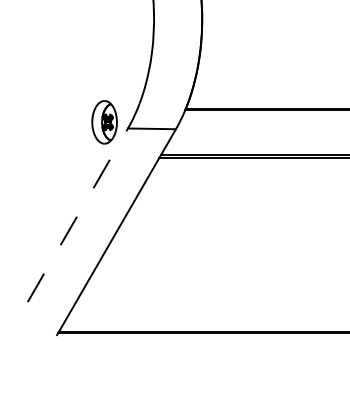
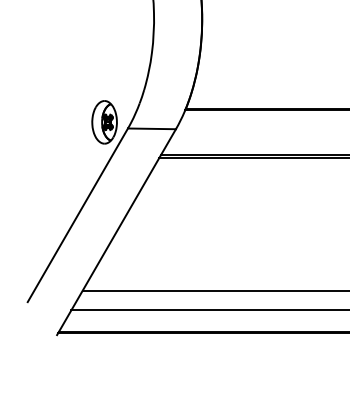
line at (78, 214): dashed -> solid
line at (214, 291): none -> present
line at (208, 310): none -> present
